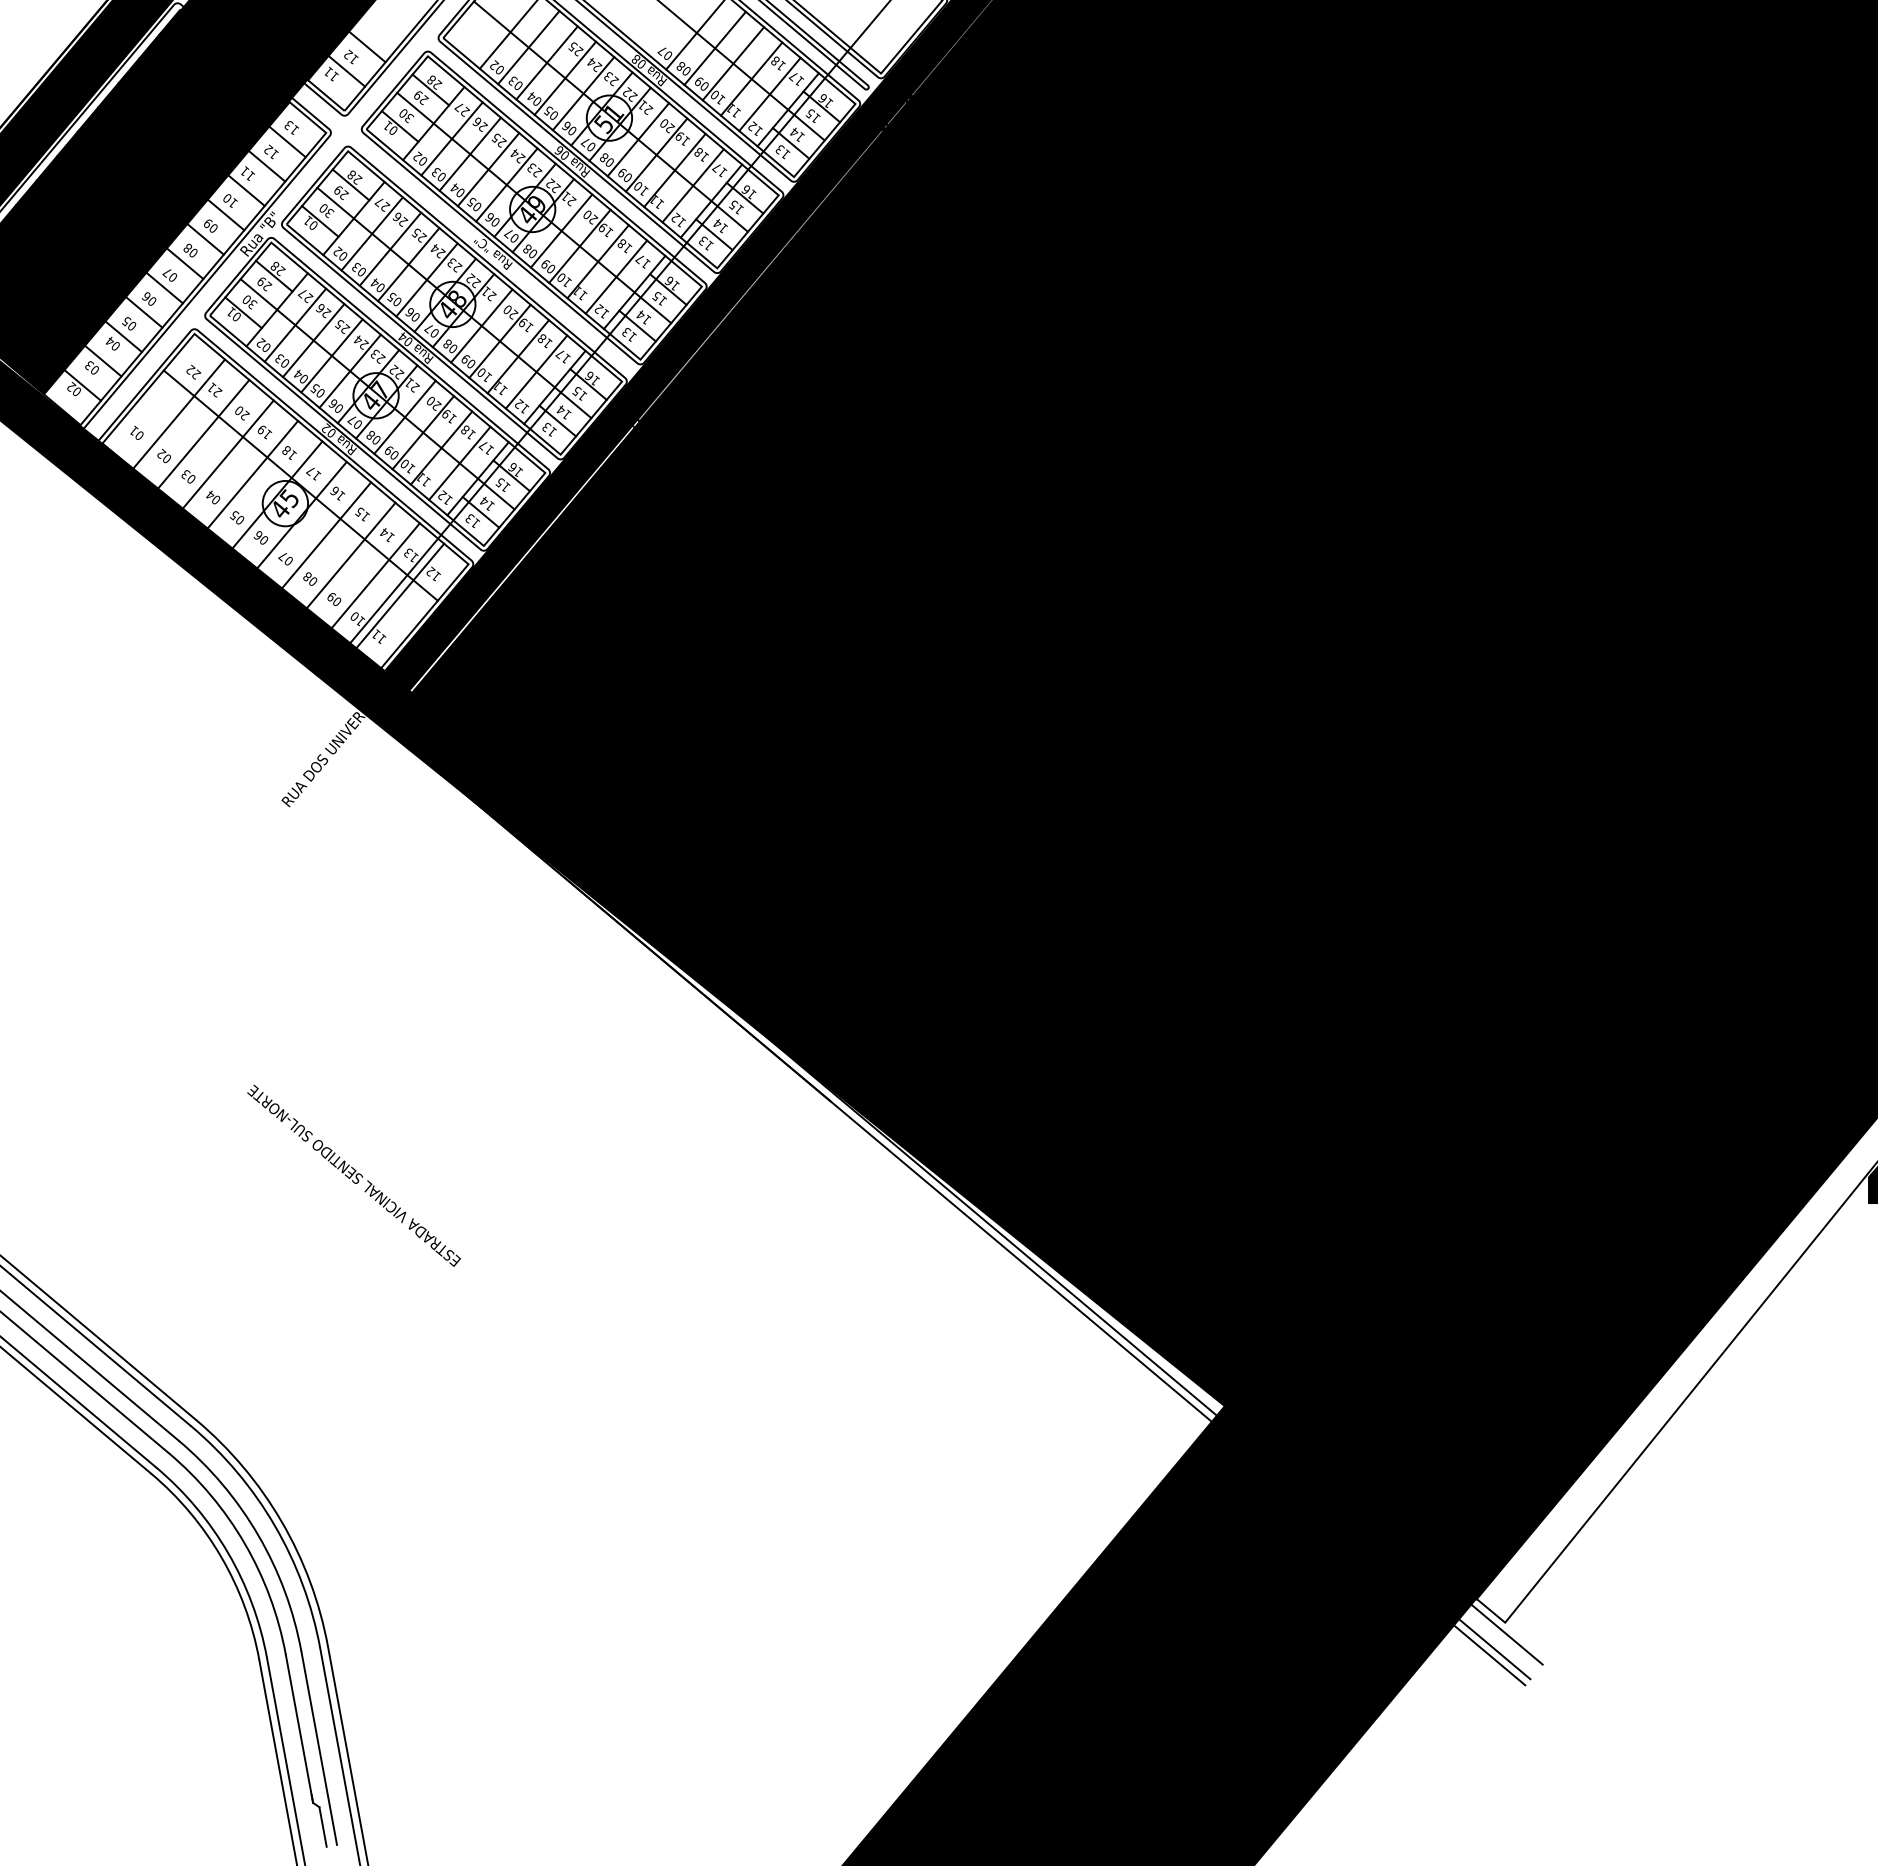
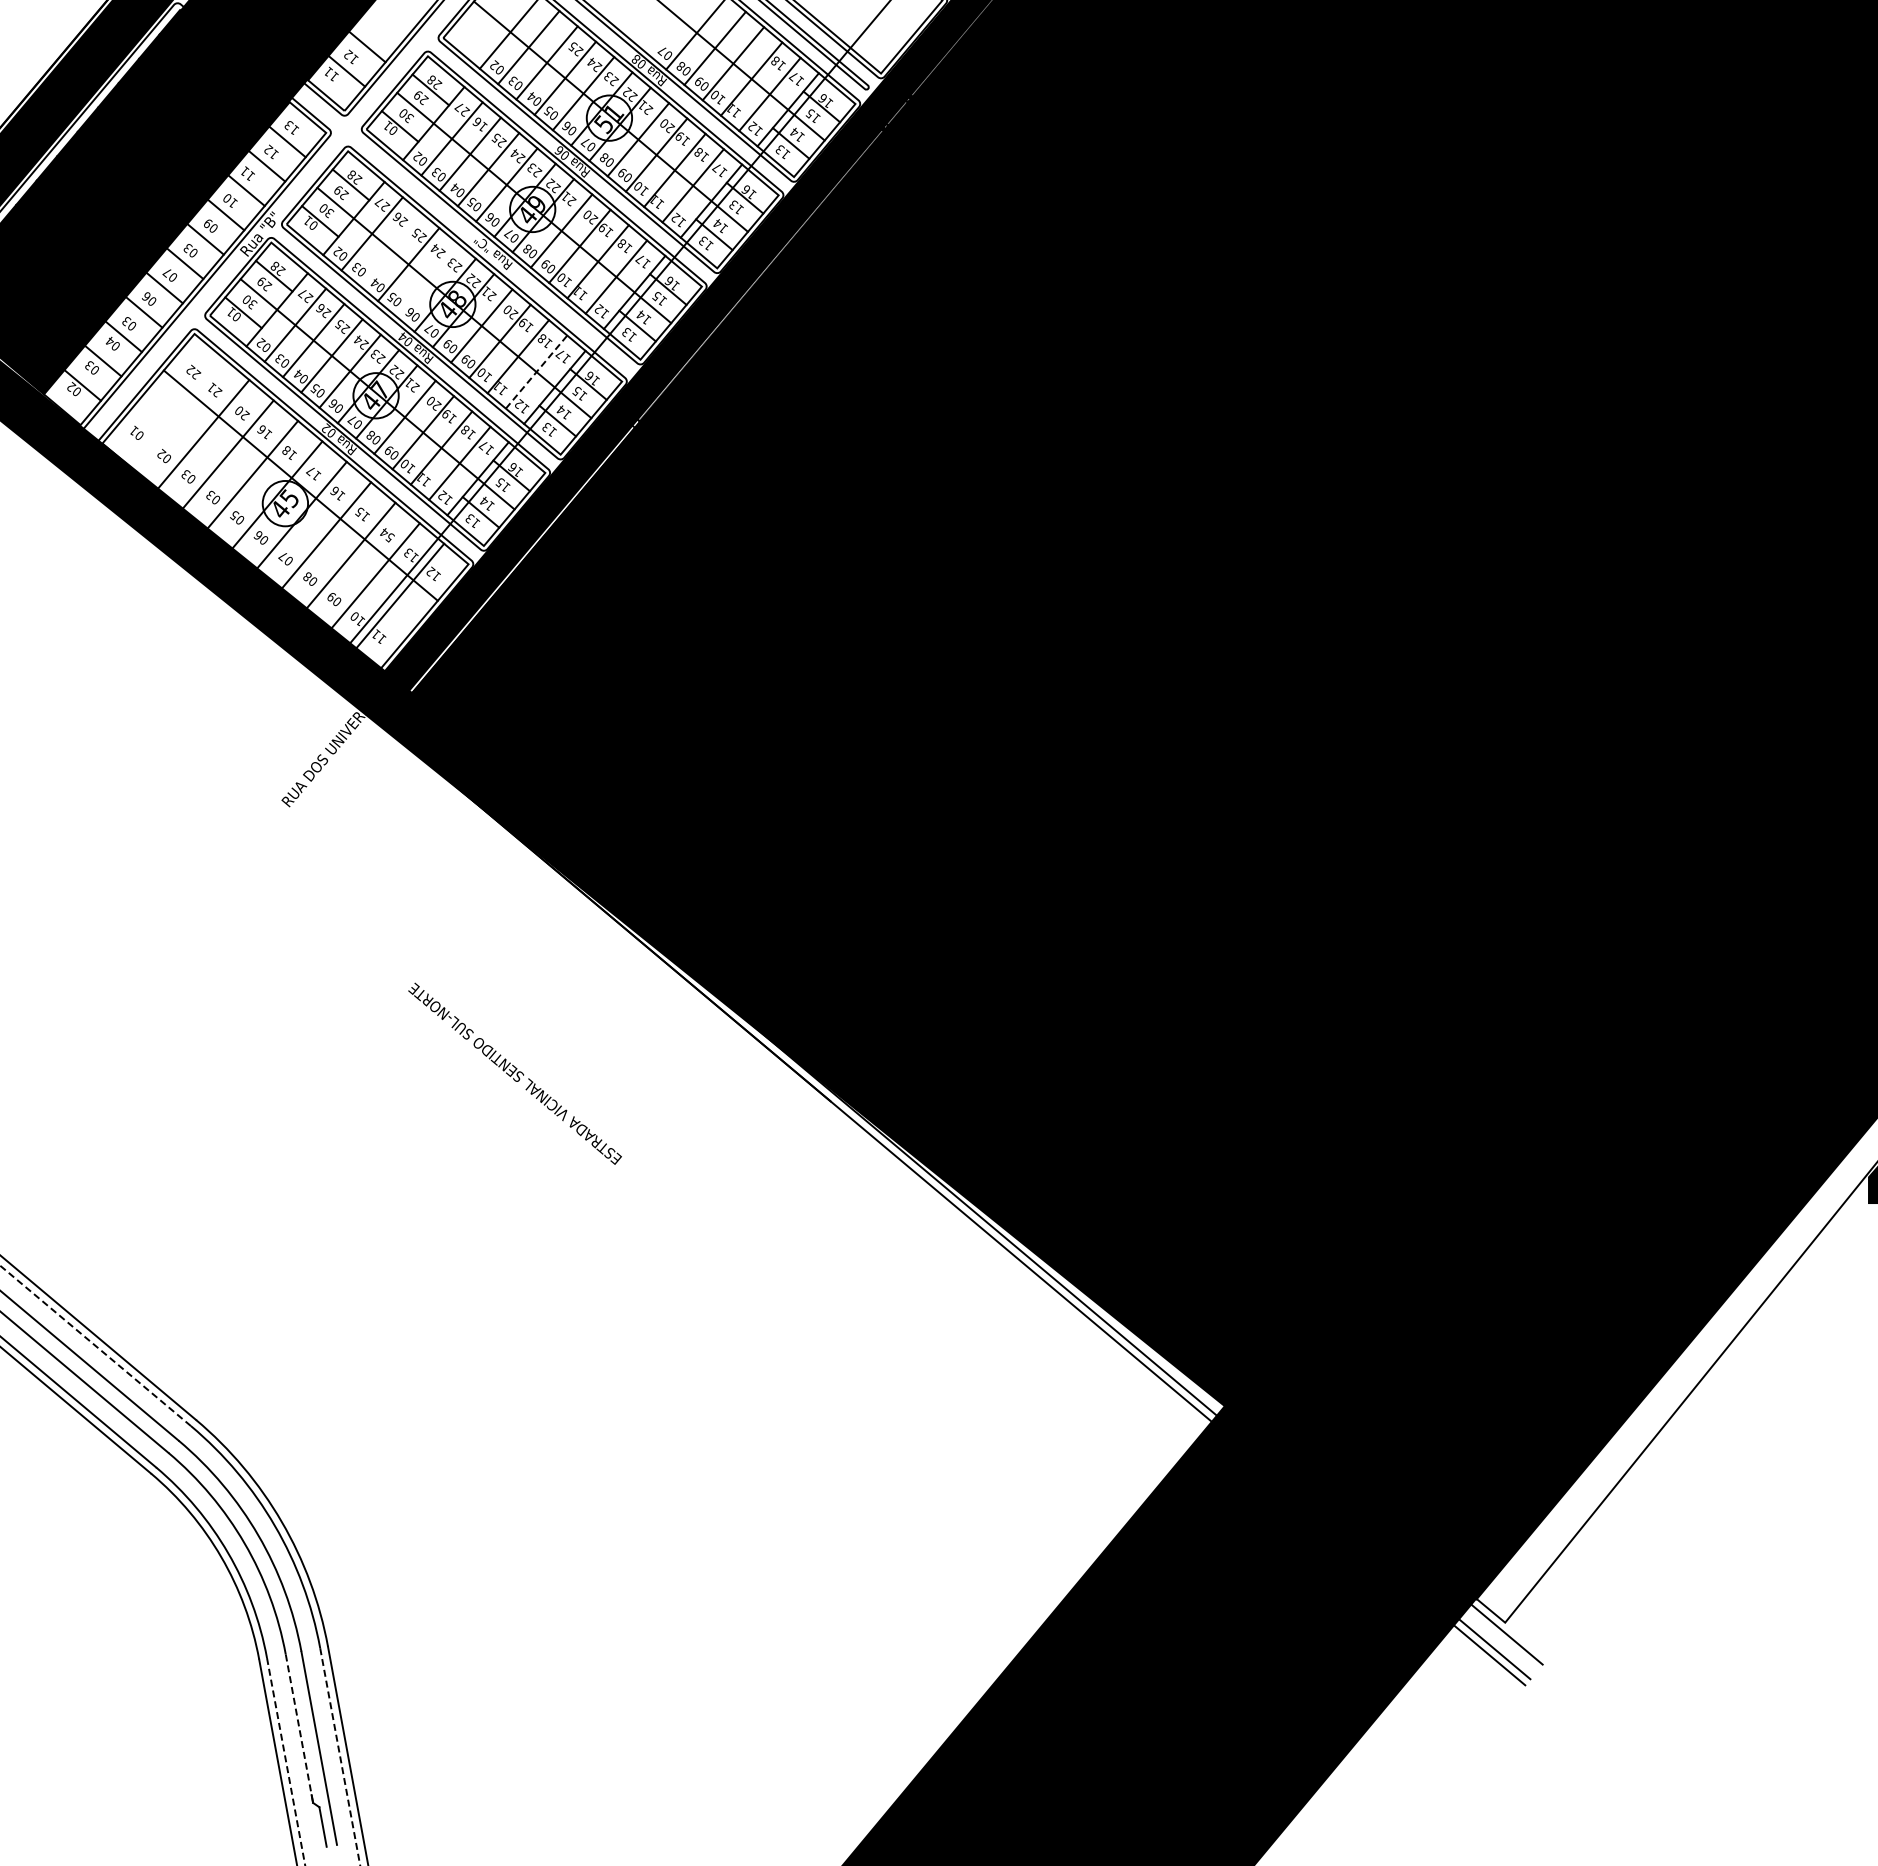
text at (483, 127): 26 -> 16
text at (731, 204): 15 -> 13
text at (187, 248): 08 -> 03
line at (390, 248): present -> none
line at (426, 279): present -> none
text at (124, 321): 05 -> 03
text at (447, 343): 08 -> 09
line at (536, 372): solid -> dashed
line at (178, 414): present -> none
text at (261, 429): 19 -> 16
text at (210, 495): 04 -> 03
text at (389, 537): 14 -> 54
text at (353, 1175) position: (353, 1175) -> (514, 1073)
line at (95, 1345): solid -> dashed
line at (299, 1729): solid -> dashed
line at (340, 1757): solid -> dashed
line at (286, 1762): solid -> dashed
